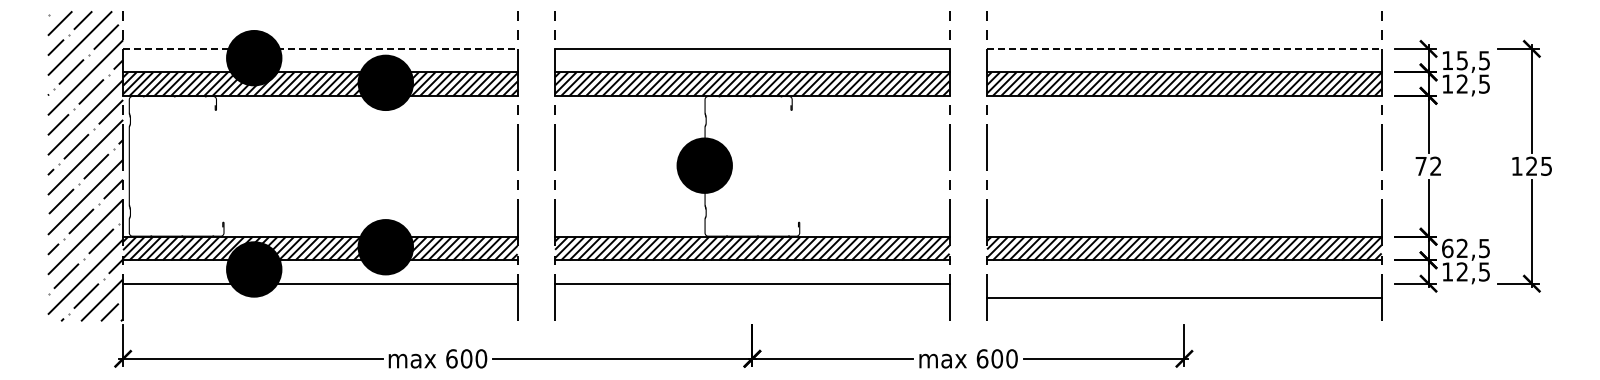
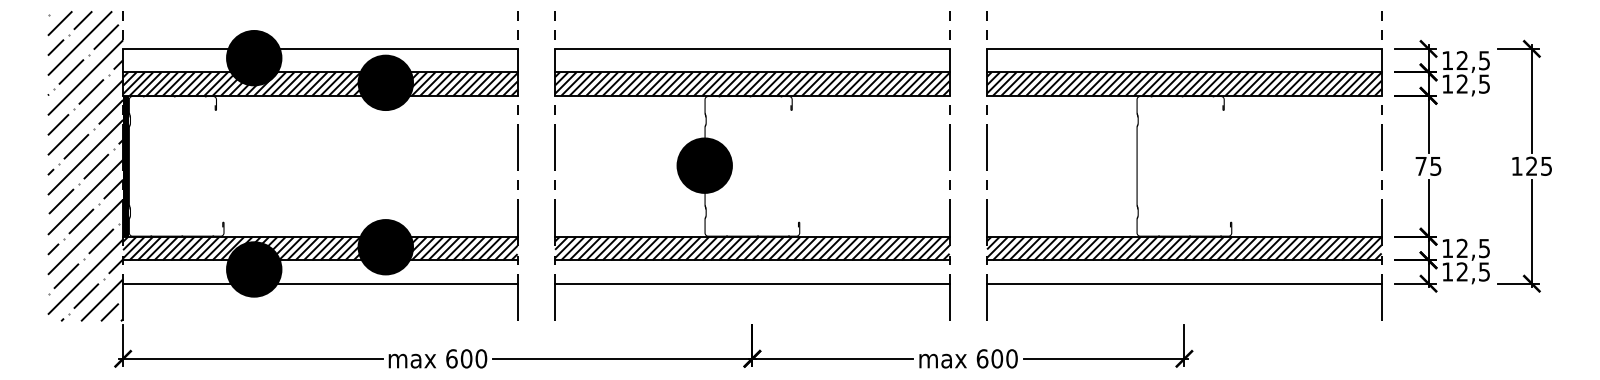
line at (320, 48): dashed -> solid
line at (1184, 48): dashed -> solid
text at (1461, 60): 15,5 -> 12,5
fill at (125, 165): none -> present
fill at (1184, 165): none -> present
text at (1435, 165): 72 -> 75
text at (1447, 248): 62,5 -> 12,5
line at (1184, 297) position: (1184, 297) -> (1184, 283)
